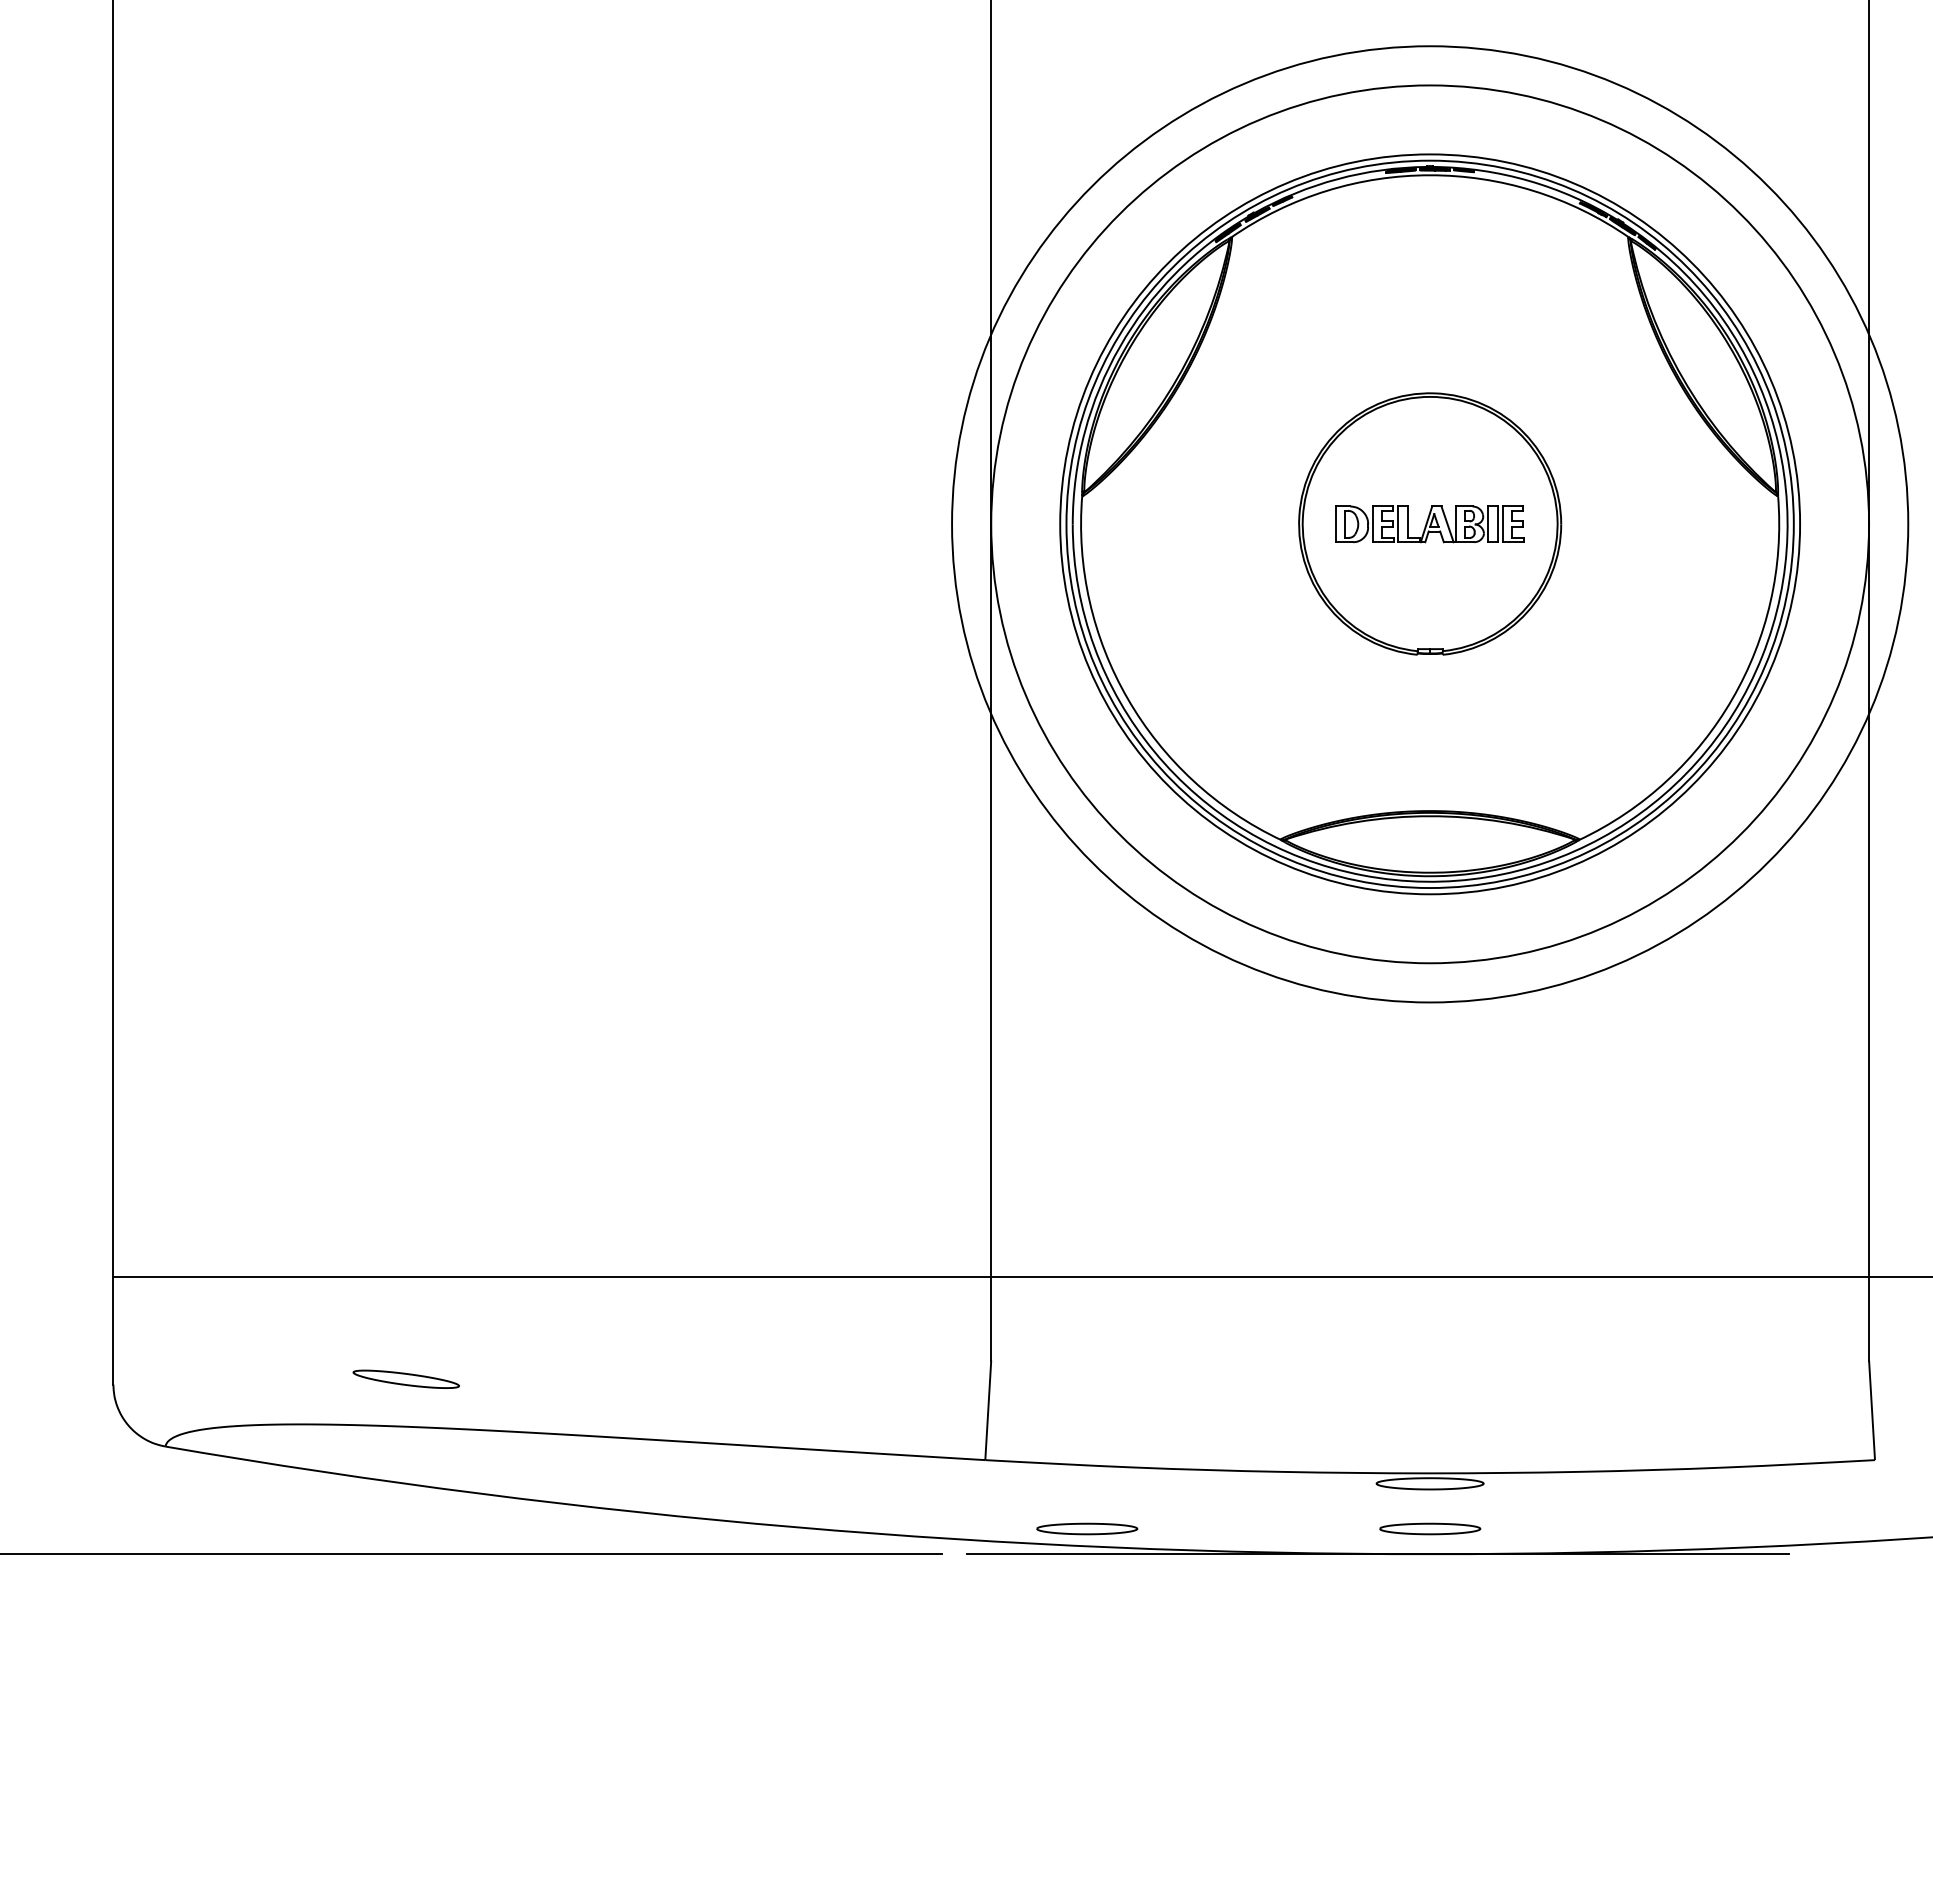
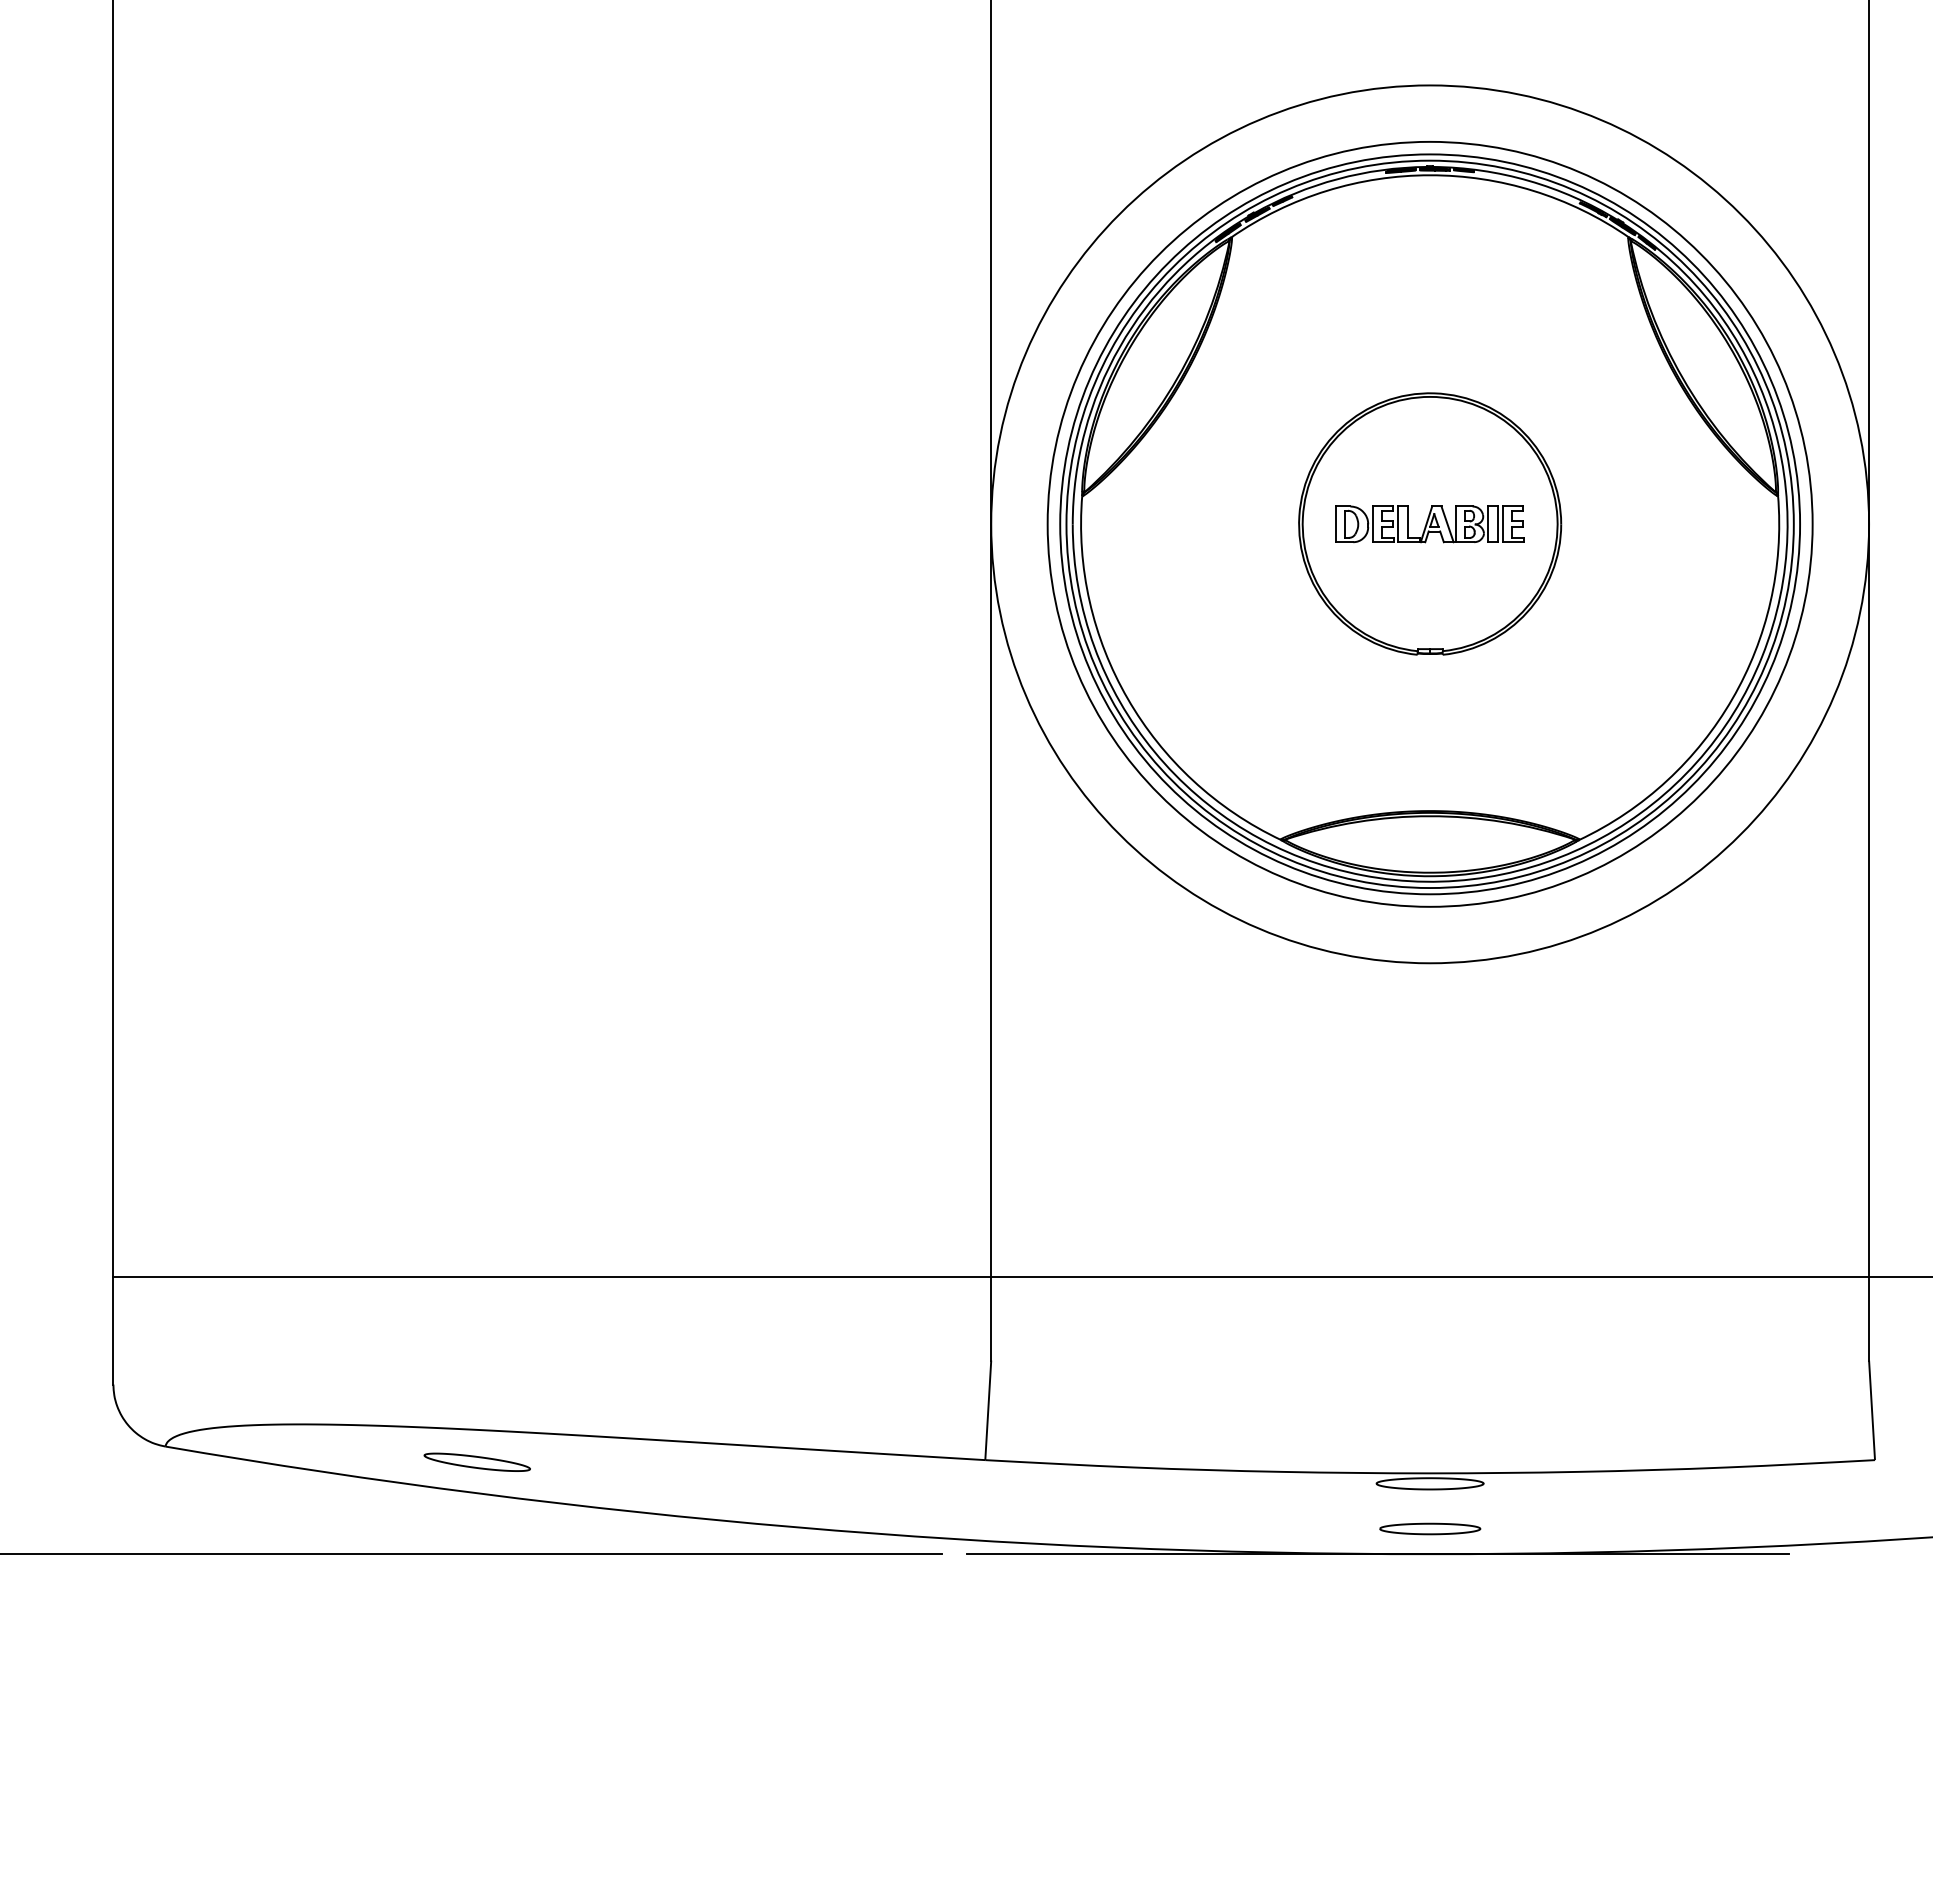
circle at (1430, 524) diameter: 956 px -> 765 px
part at (405, 1378) position: (405, 1378) -> (476, 1461)
part at (1087, 1528): present -> none
